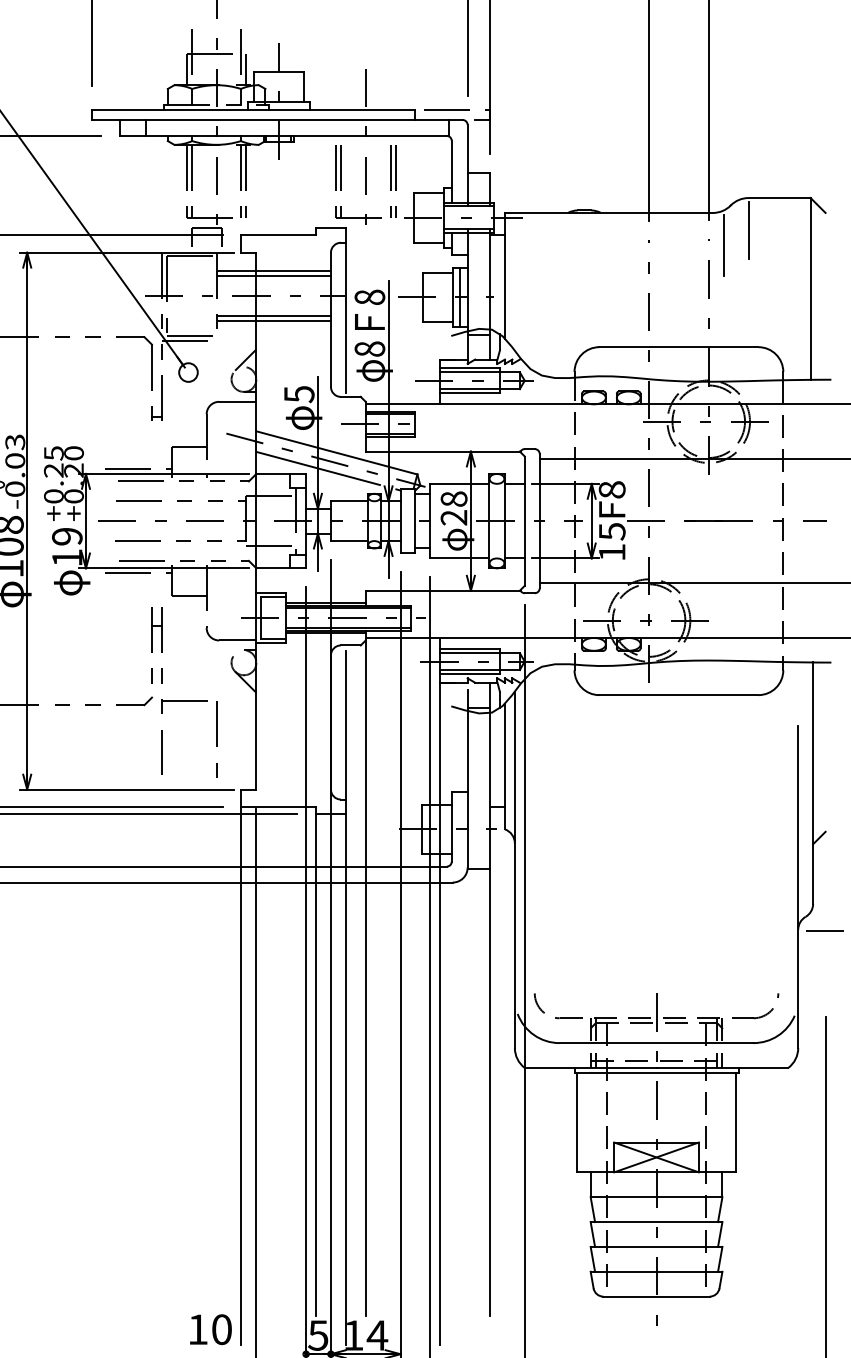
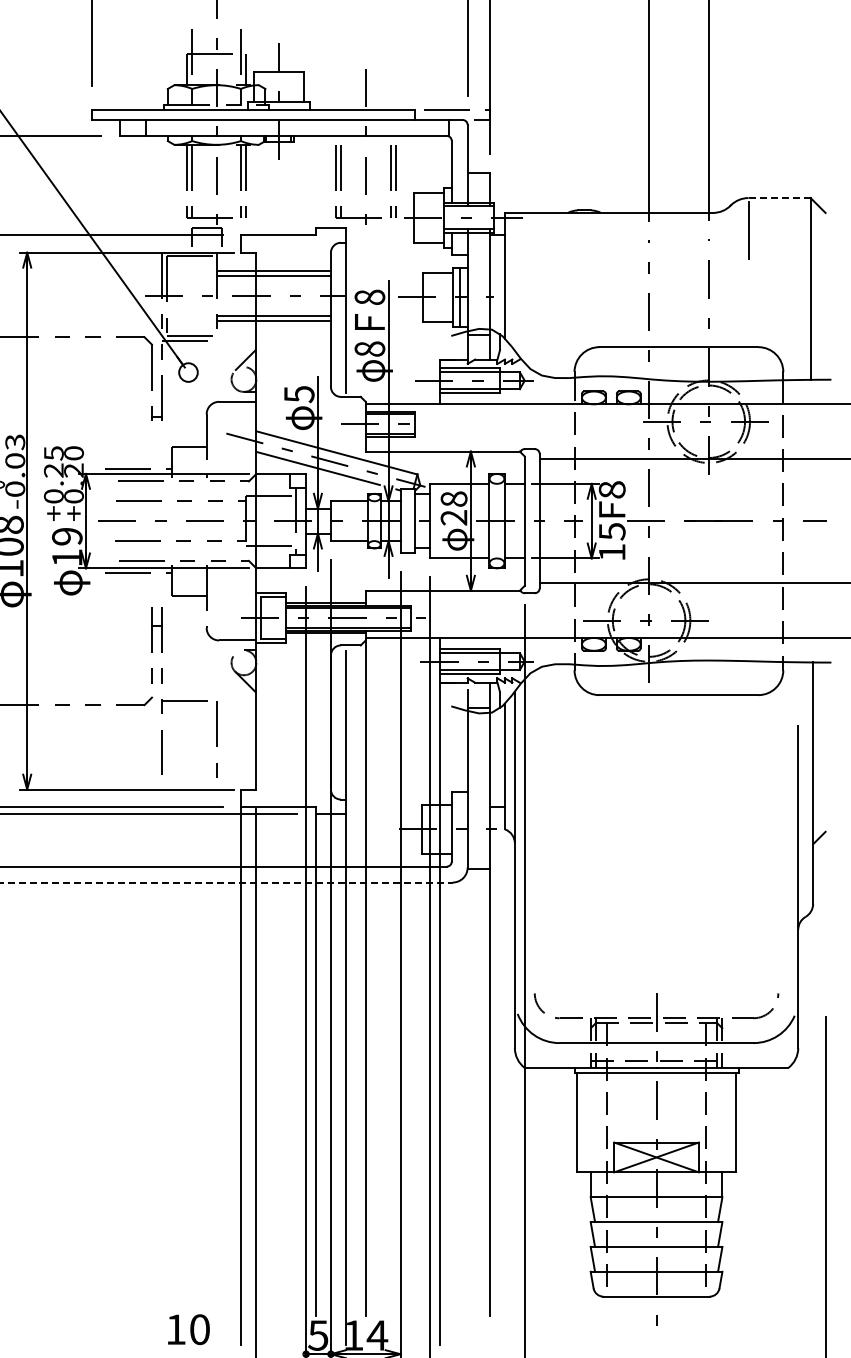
line at (780, 198): solid -> dashed
line at (723, 245): present -> none
line at (226, 882): solid -> dashed
line at (826, 931): present -> none
text at (210, 1329) position: (210, 1329) -> (188, 1329)
